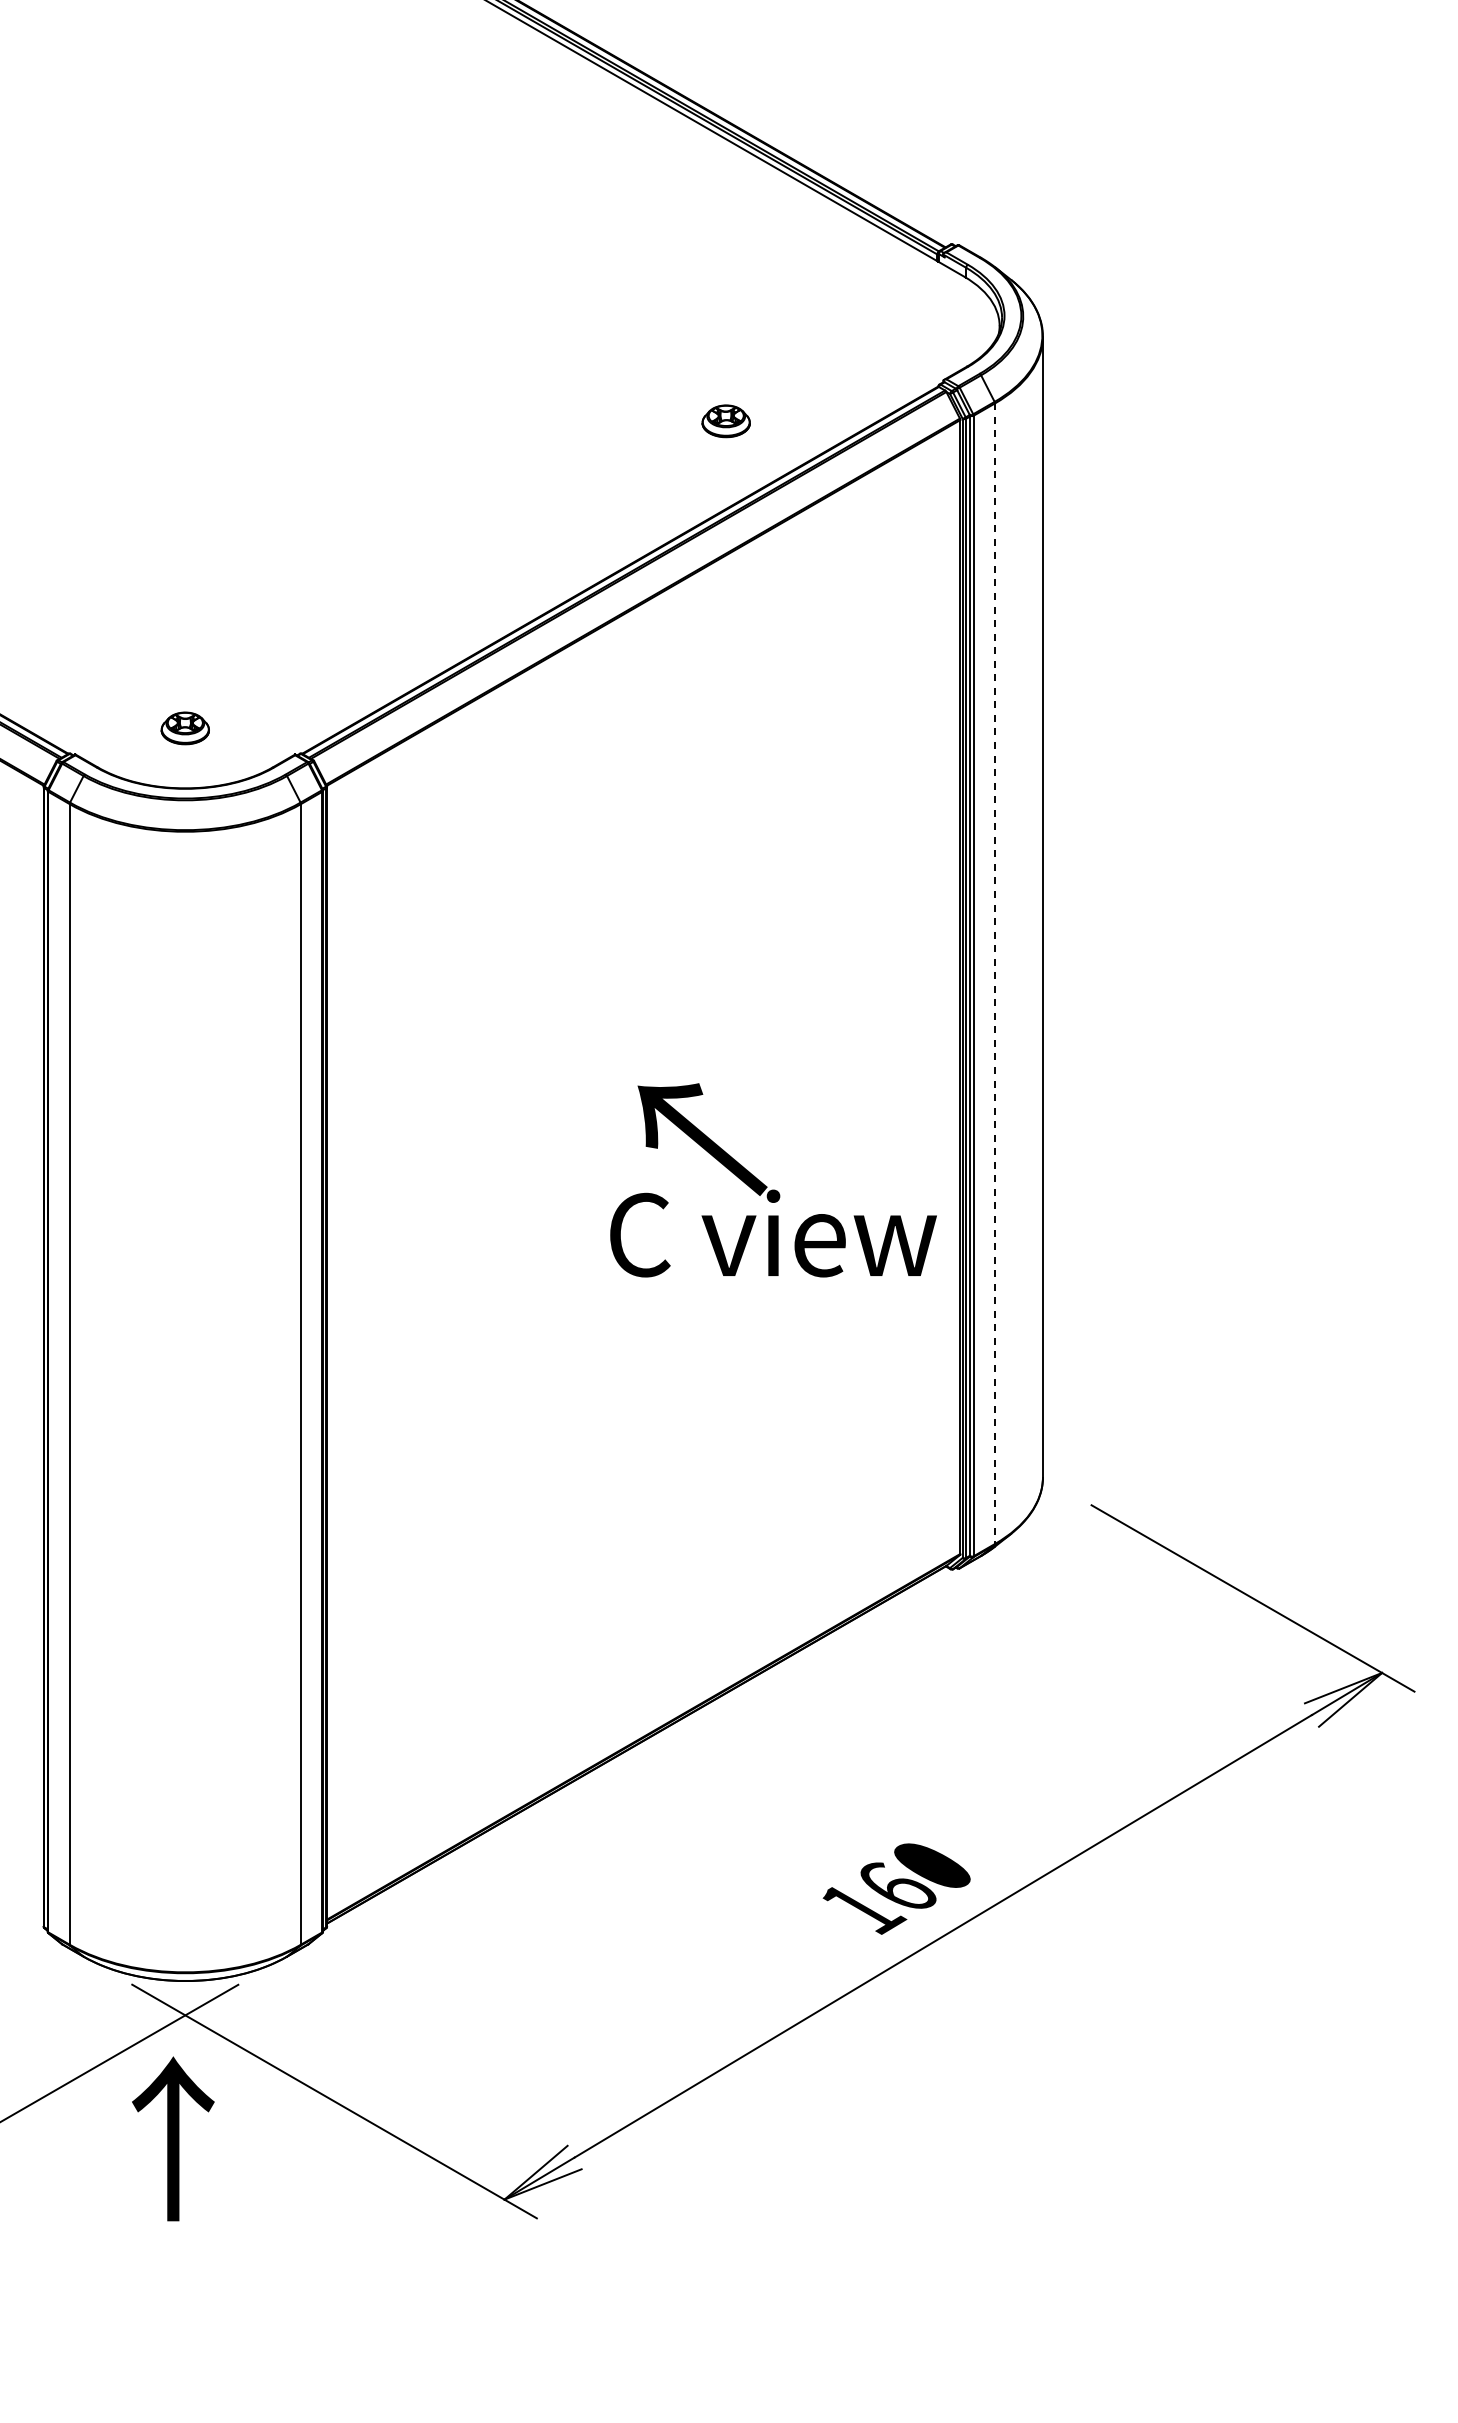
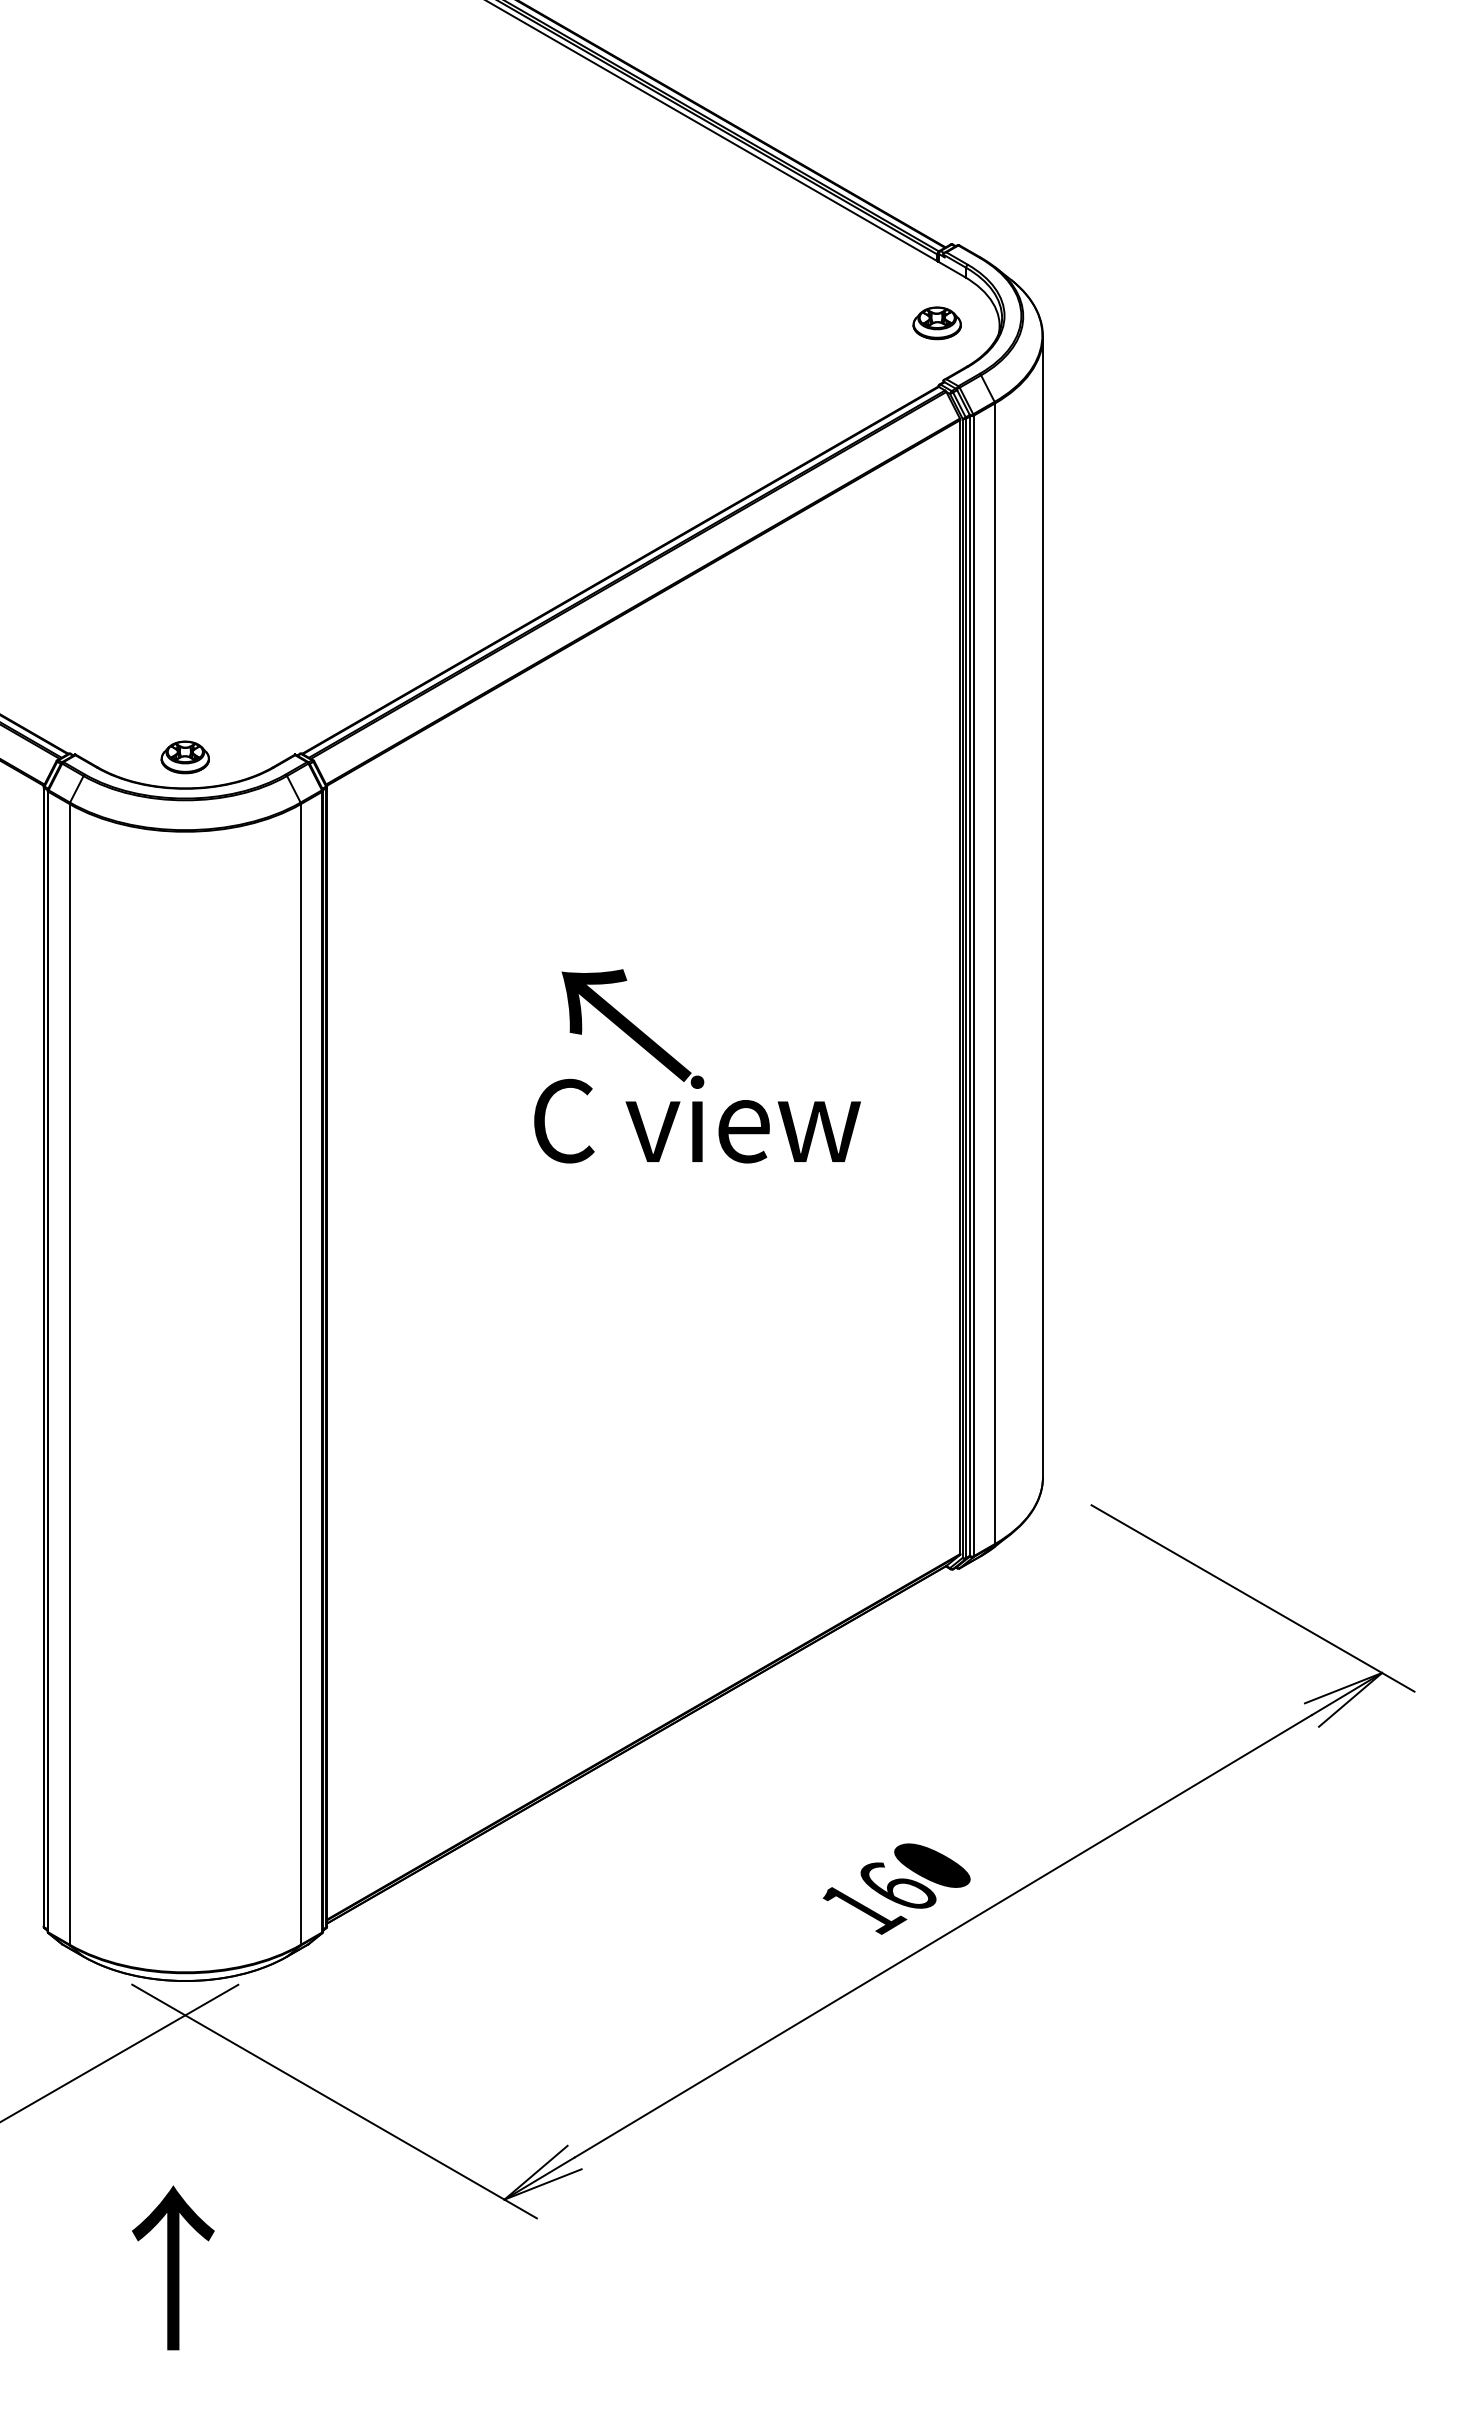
part at (725, 421) position: (725, 421) -> (936, 323)
part at (184, 728) position: (184, 728) -> (184, 757)
line at (995, 974): dashed -> solid
text at (773, 1180) position: (773, 1180) -> (697, 1066)
text at (173, 2138) position: (173, 2138) -> (173, 2267)
